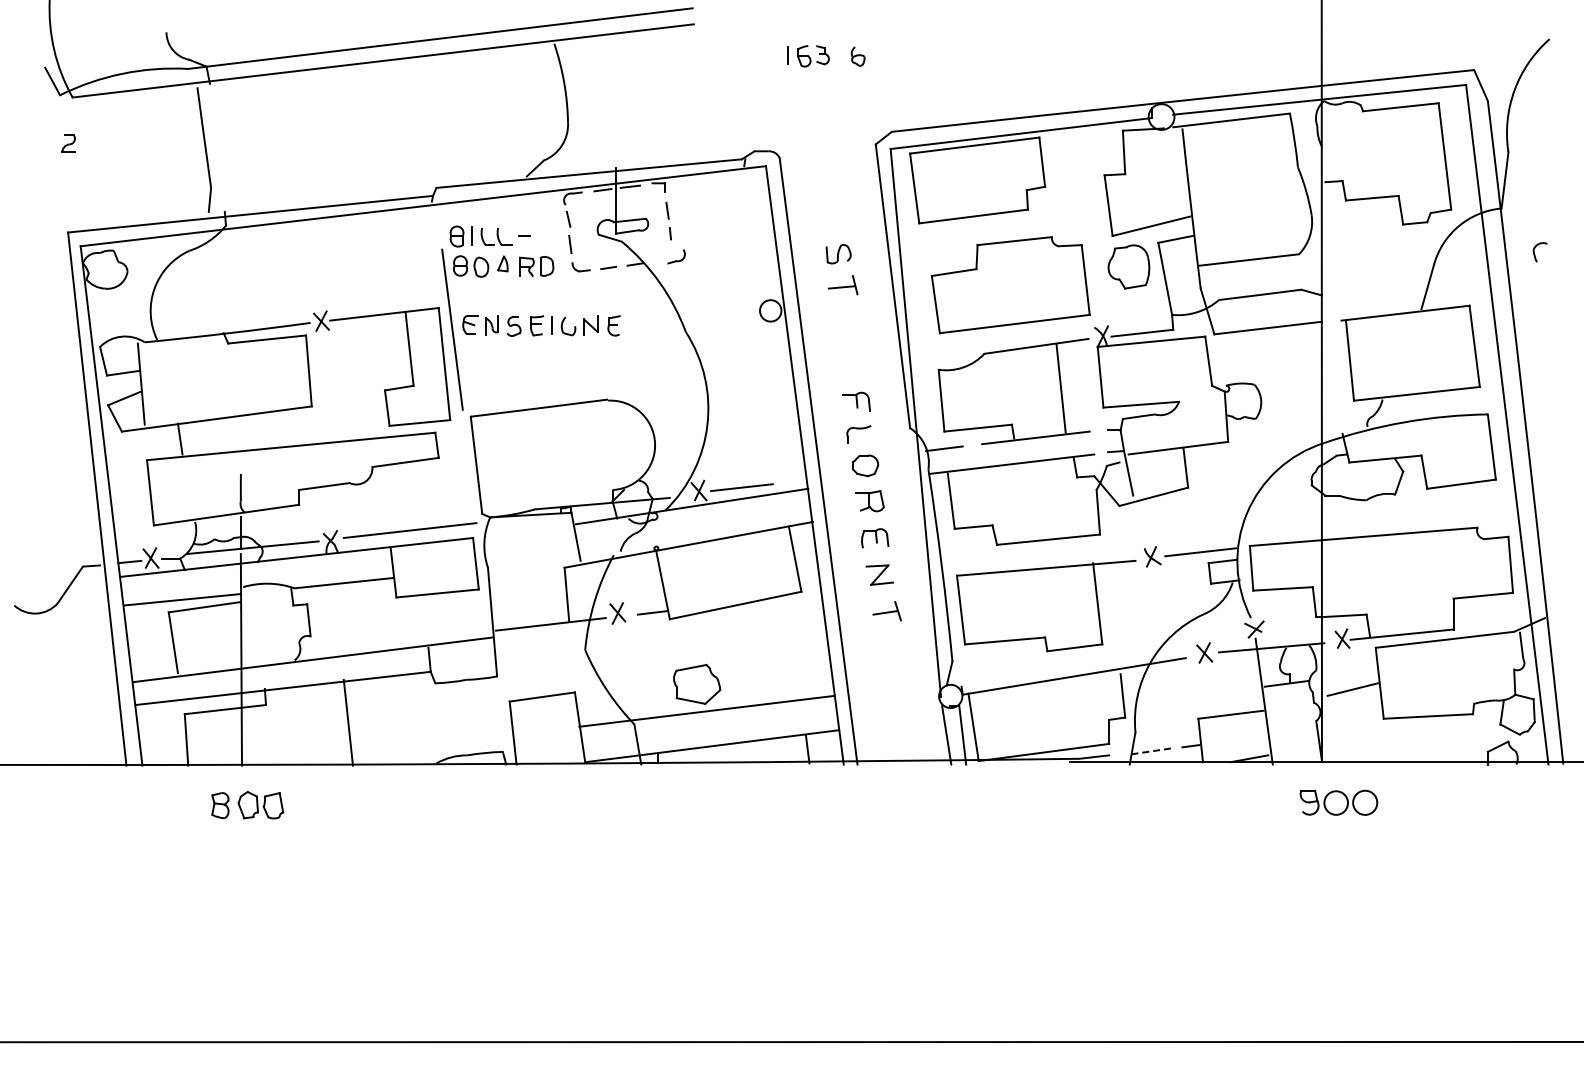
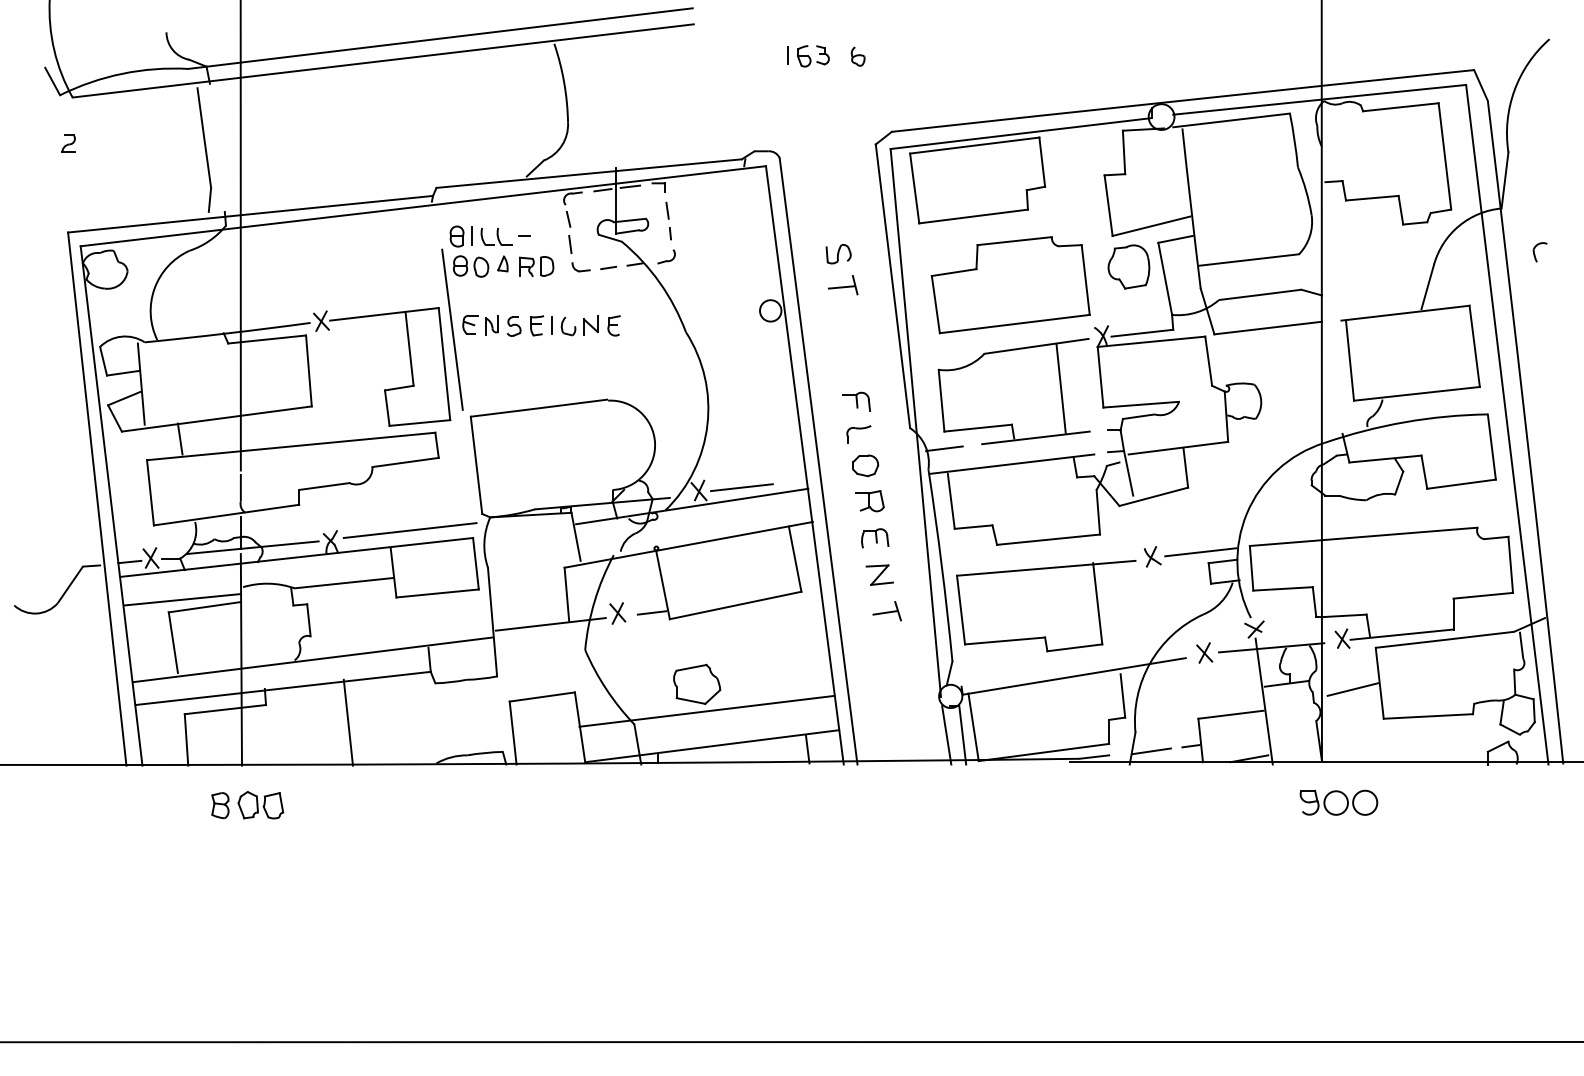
line at (240, 236): none -> present
part at (676, 256) position: (676, 256) -> (666, 256)
line at (1151, 751): dashed -> solid
